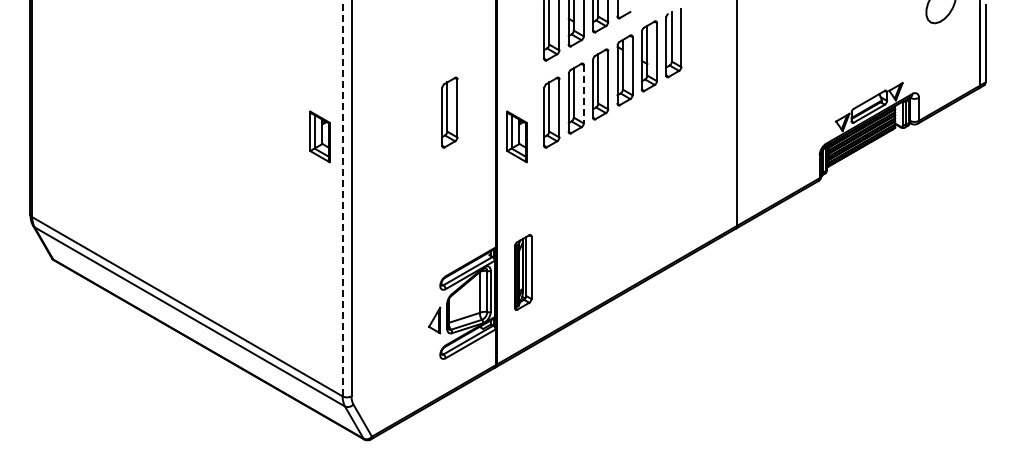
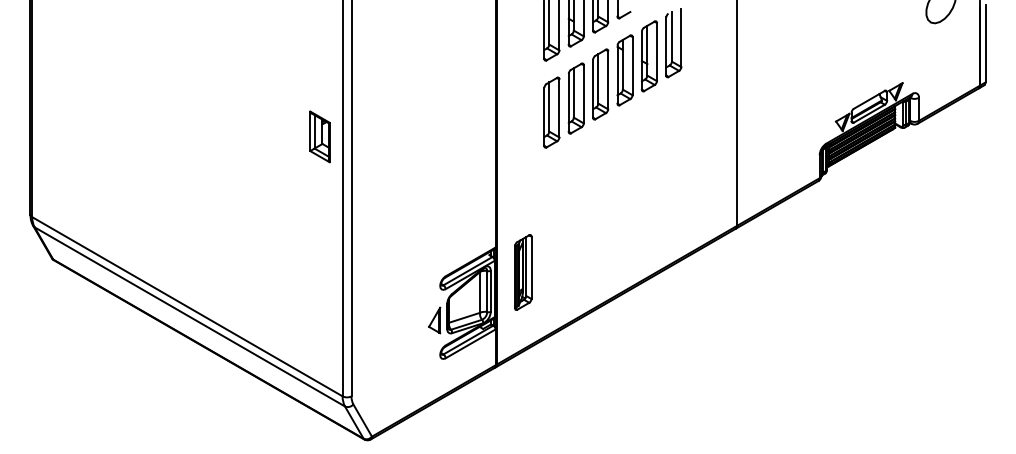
line at (583, 94): dashed -> solid
part at (449, 112): present -> none
part at (516, 136): present -> none
line at (342, 197): dashed -> solid
